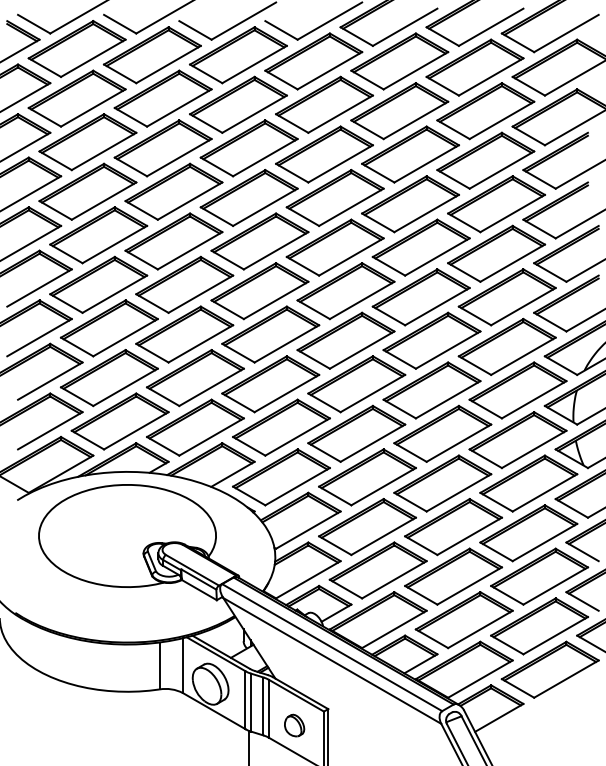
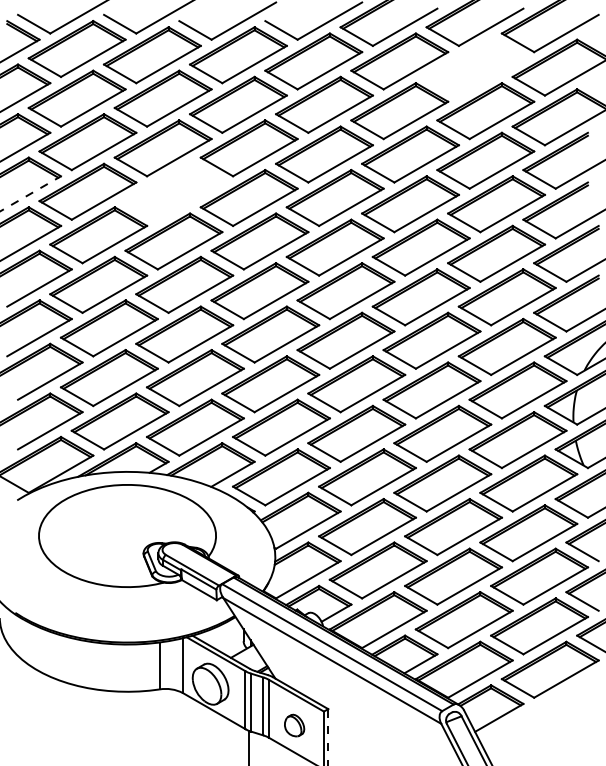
part at (474, 67): present -> none
part at (173, 191): present -> none
line at (30, 193): solid -> dashed
line at (328, 737): solid -> dashed
